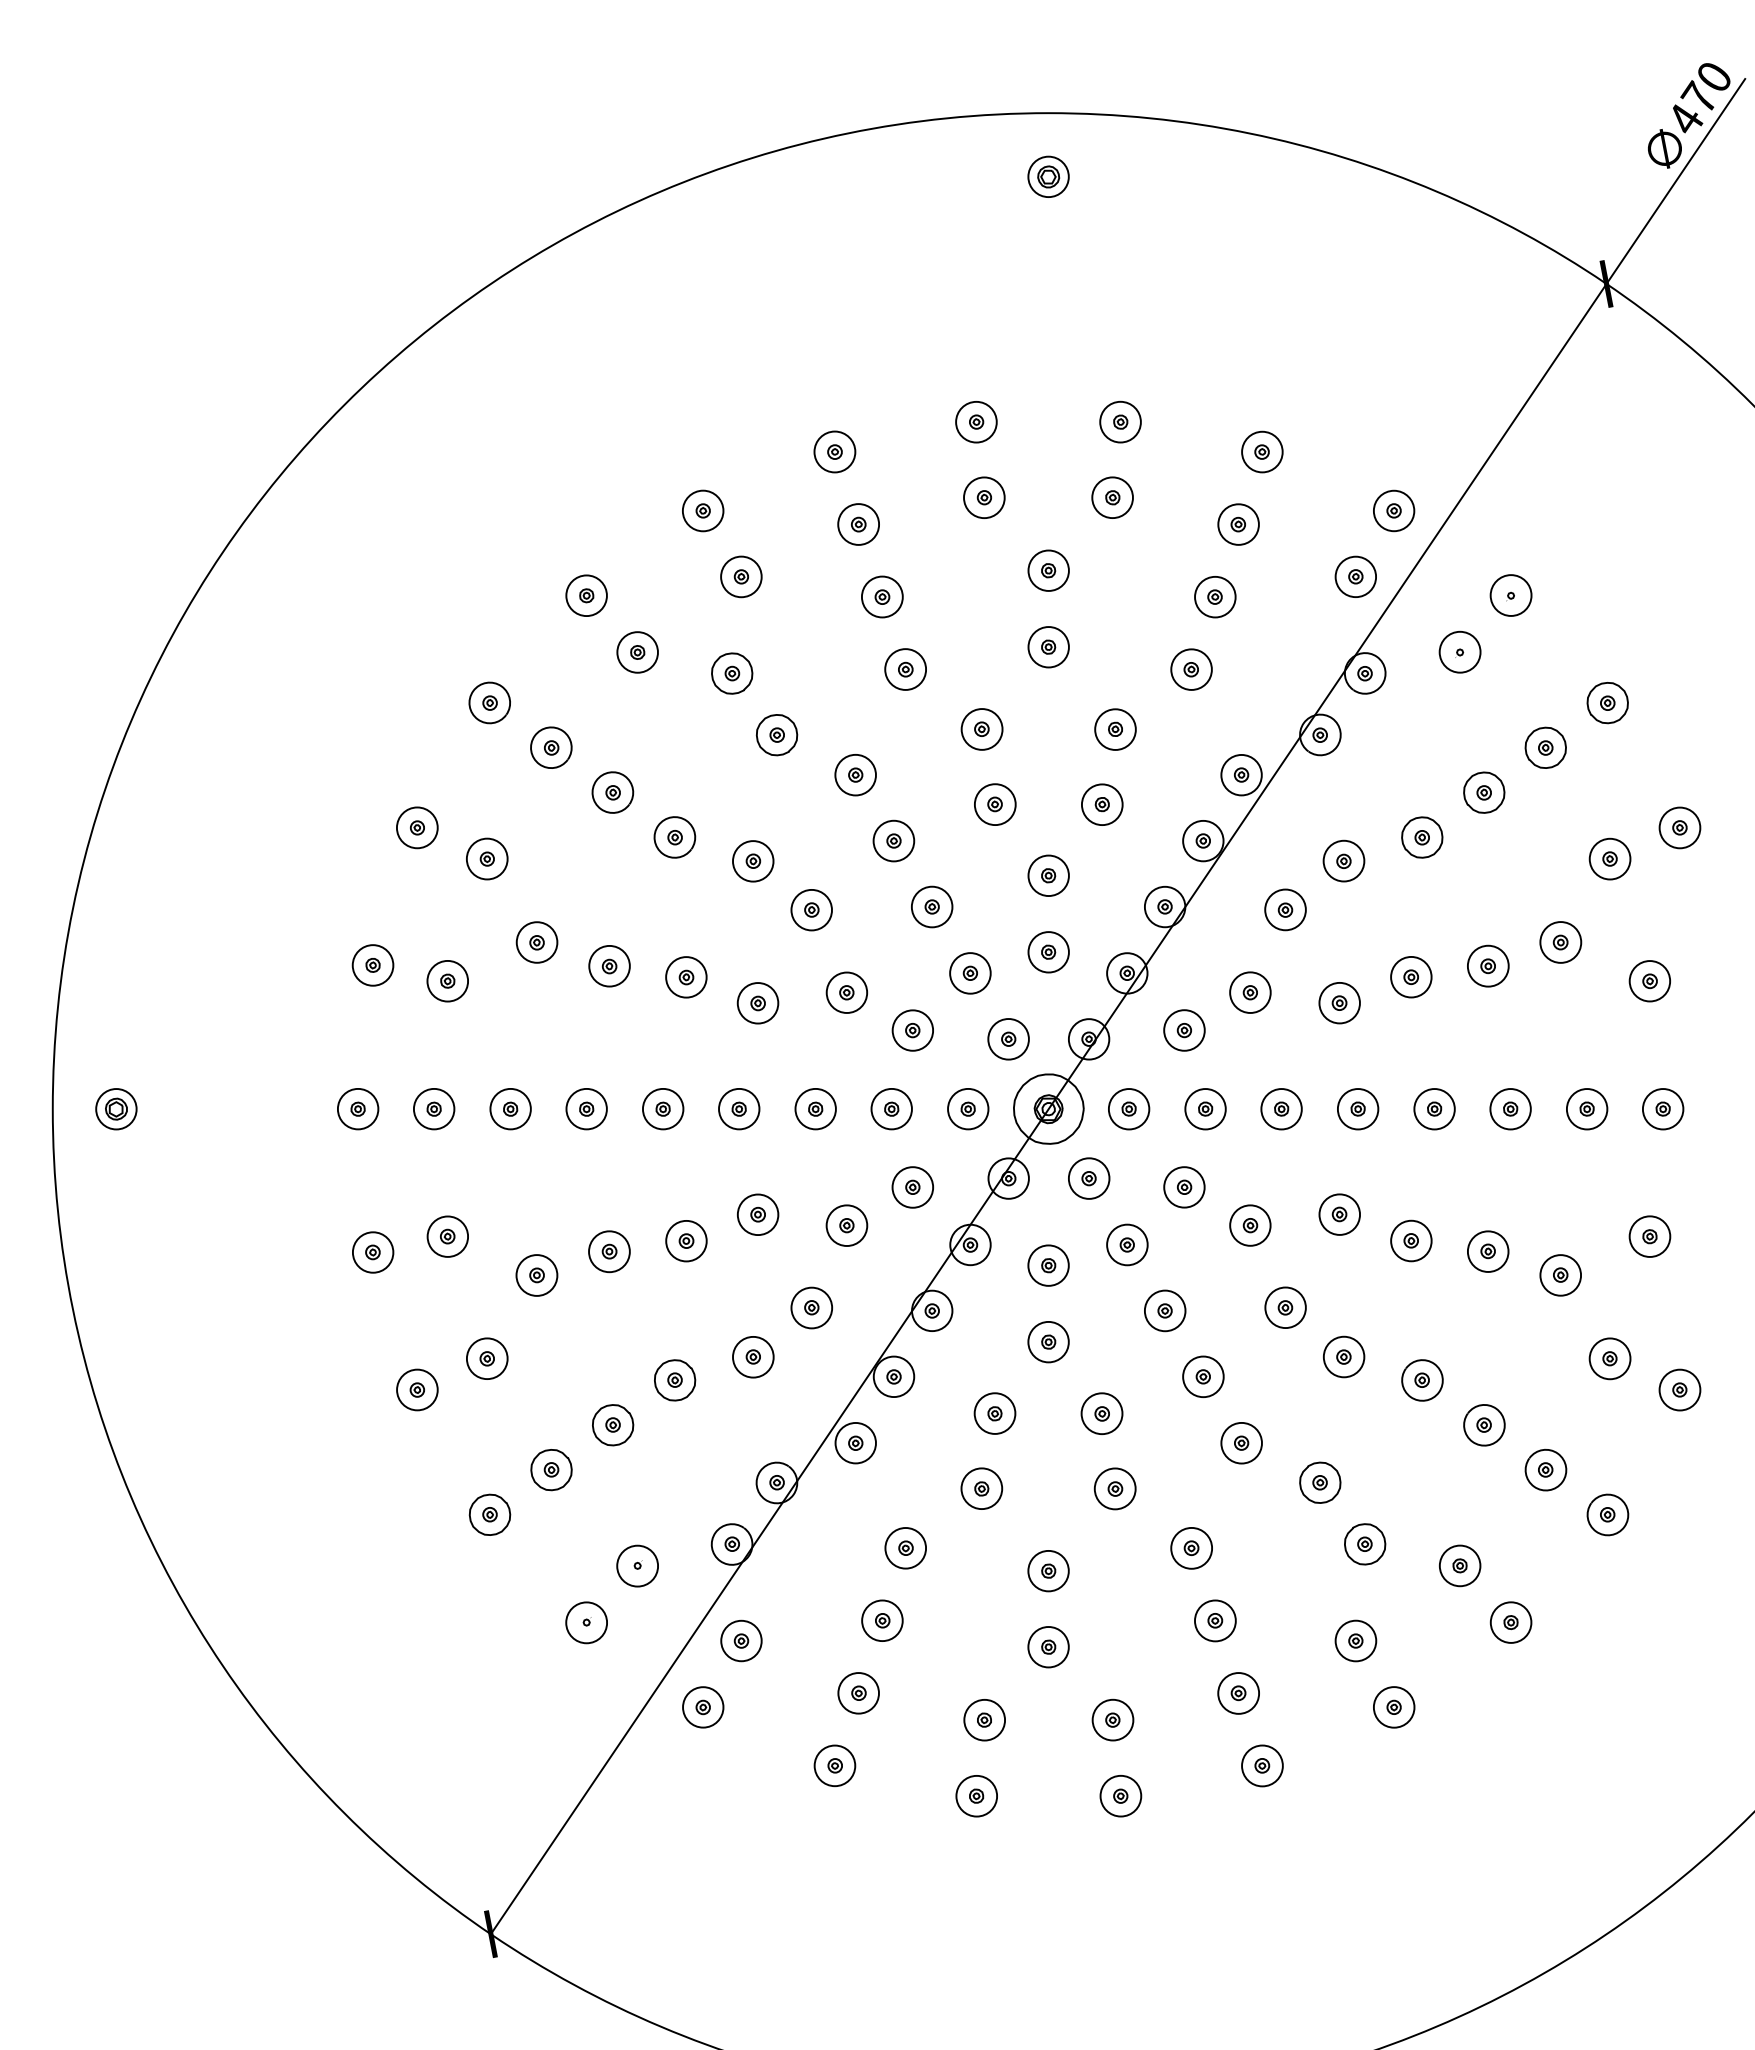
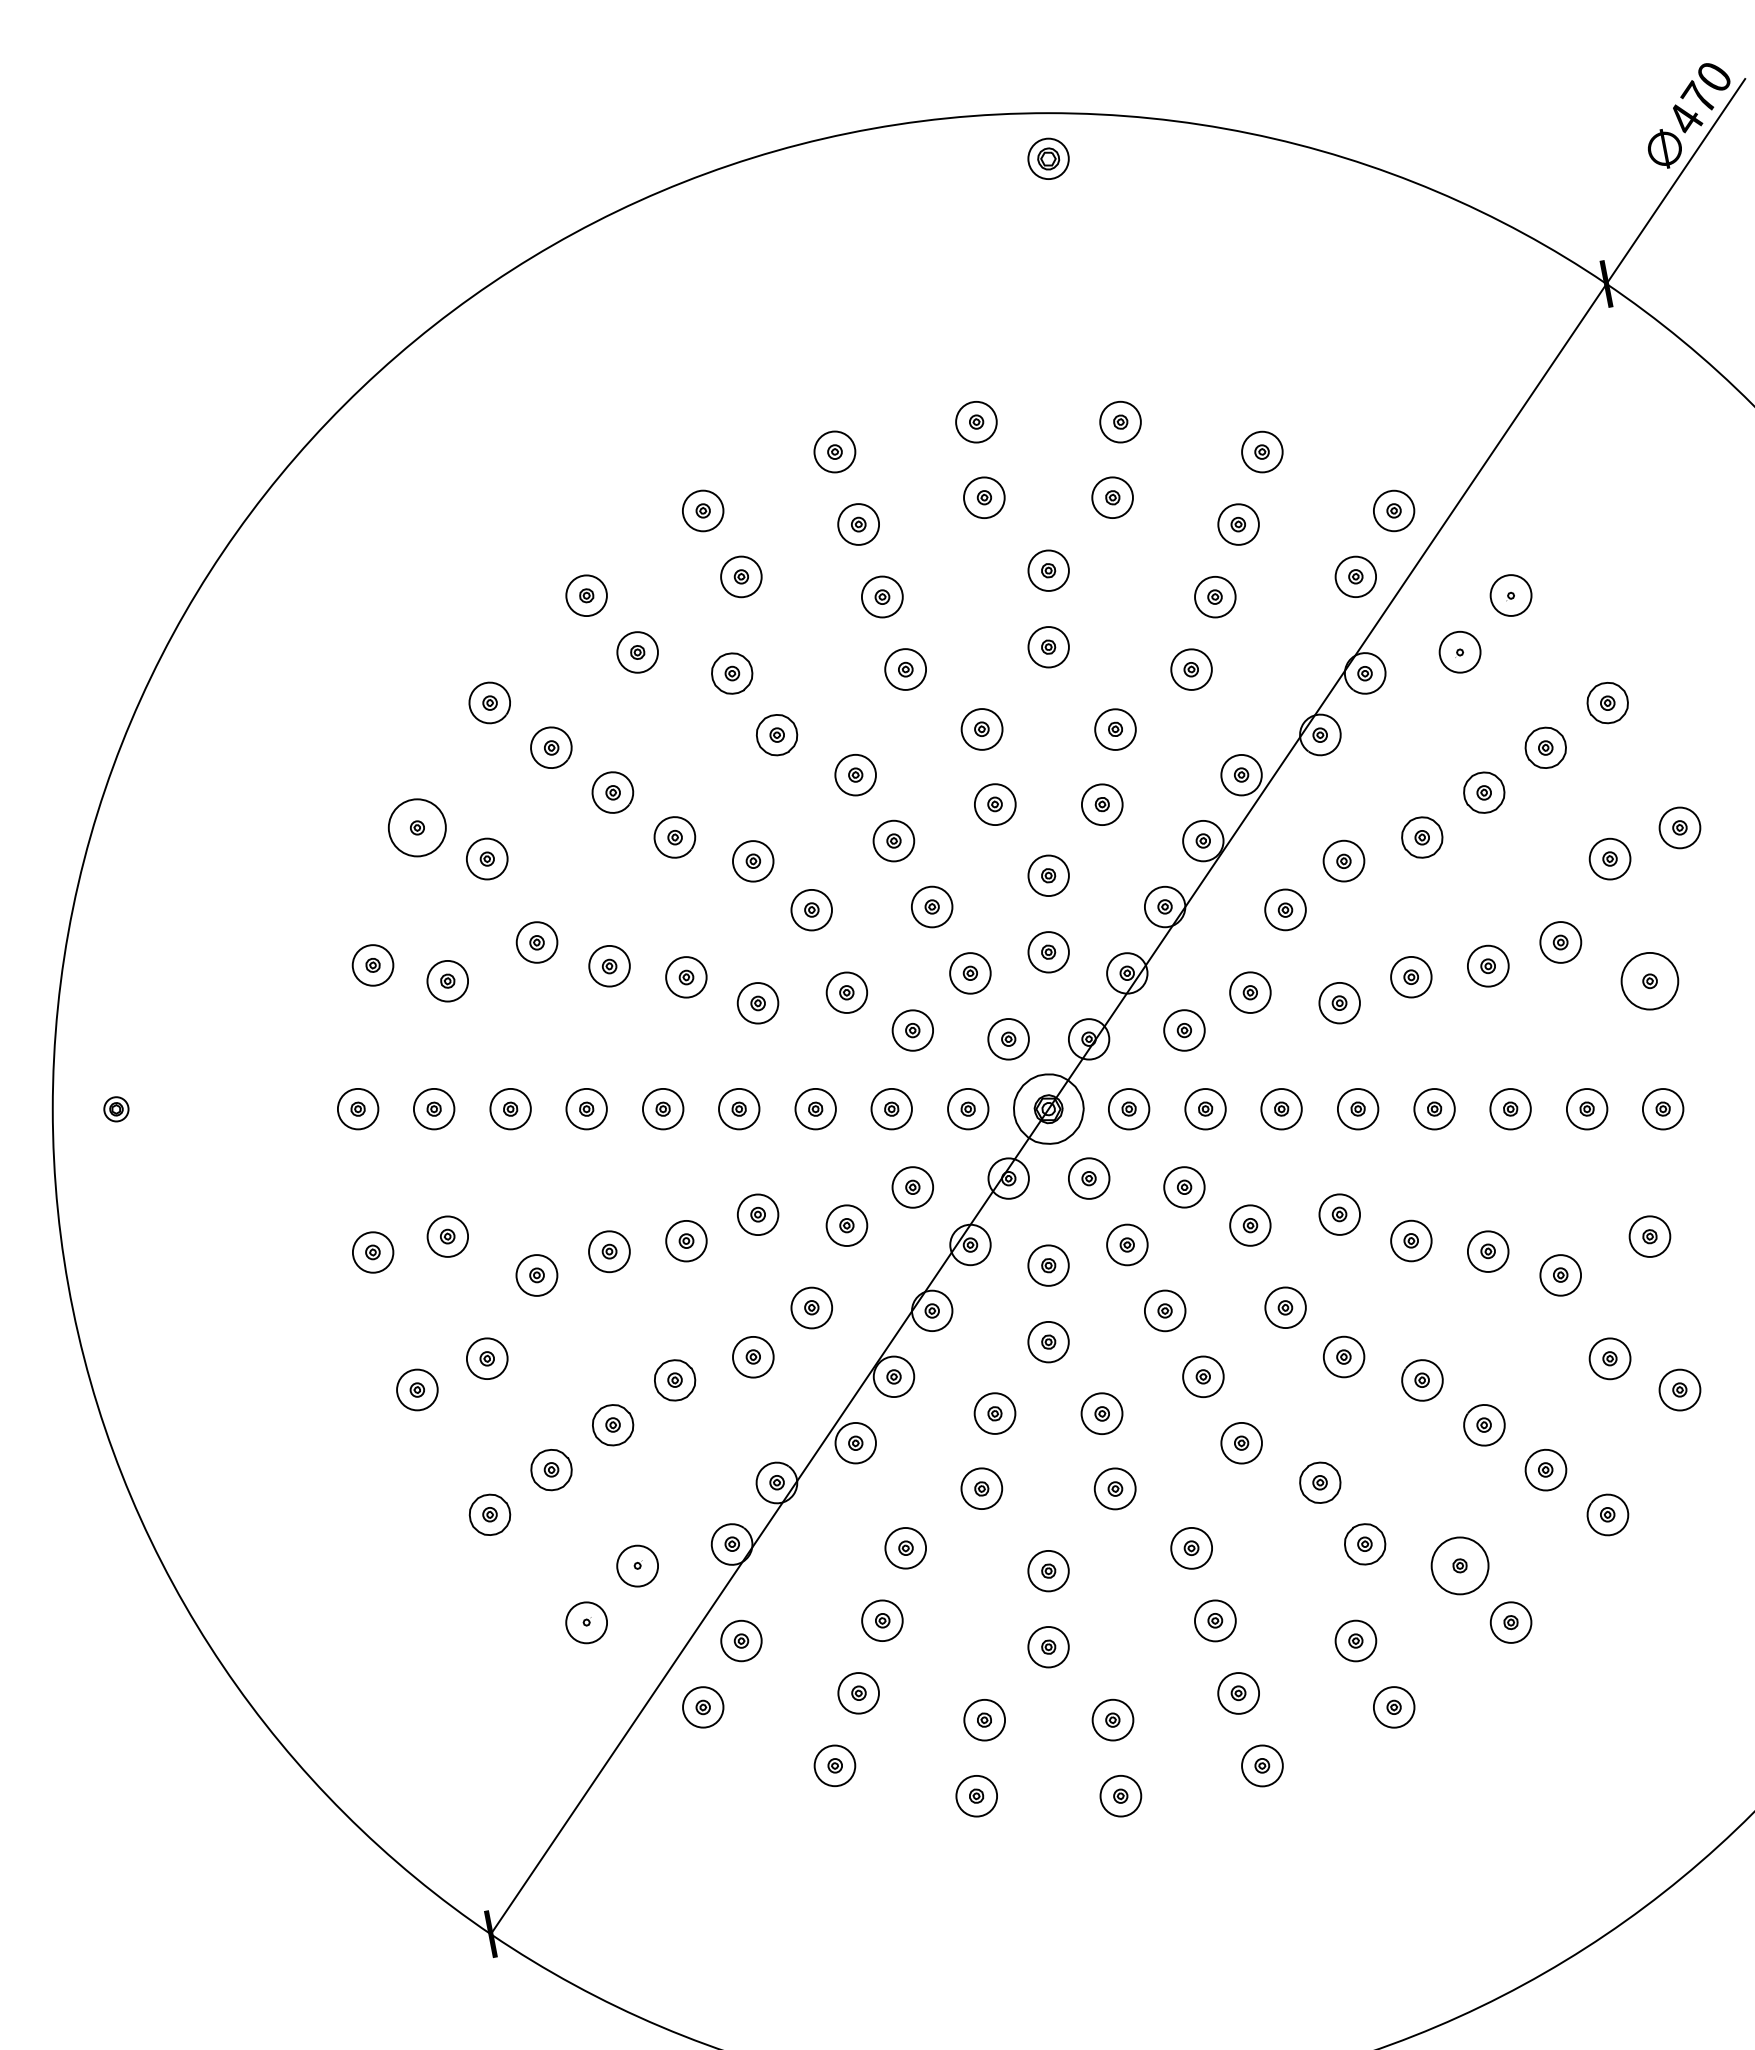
part at (1048, 176) position: (1048, 176) -> (1048, 158)
circle at (416, 827) diameter: 41 px -> 57 px
circle at (1649, 981) diameter: 40 px -> 57 px
part at (116, 1109) size: 43x43 px -> 27x27 px
circle at (1459, 1565) diameter: 41 px -> 57 px
